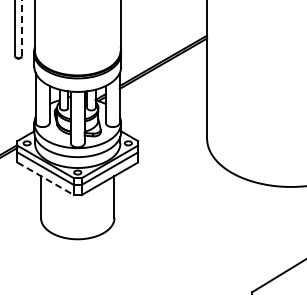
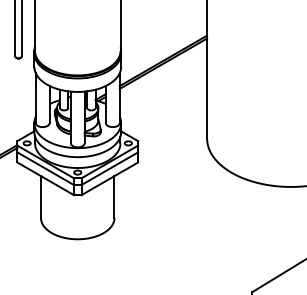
line at (21, 28): dashed -> solid
line at (45, 178): dashed -> solid
